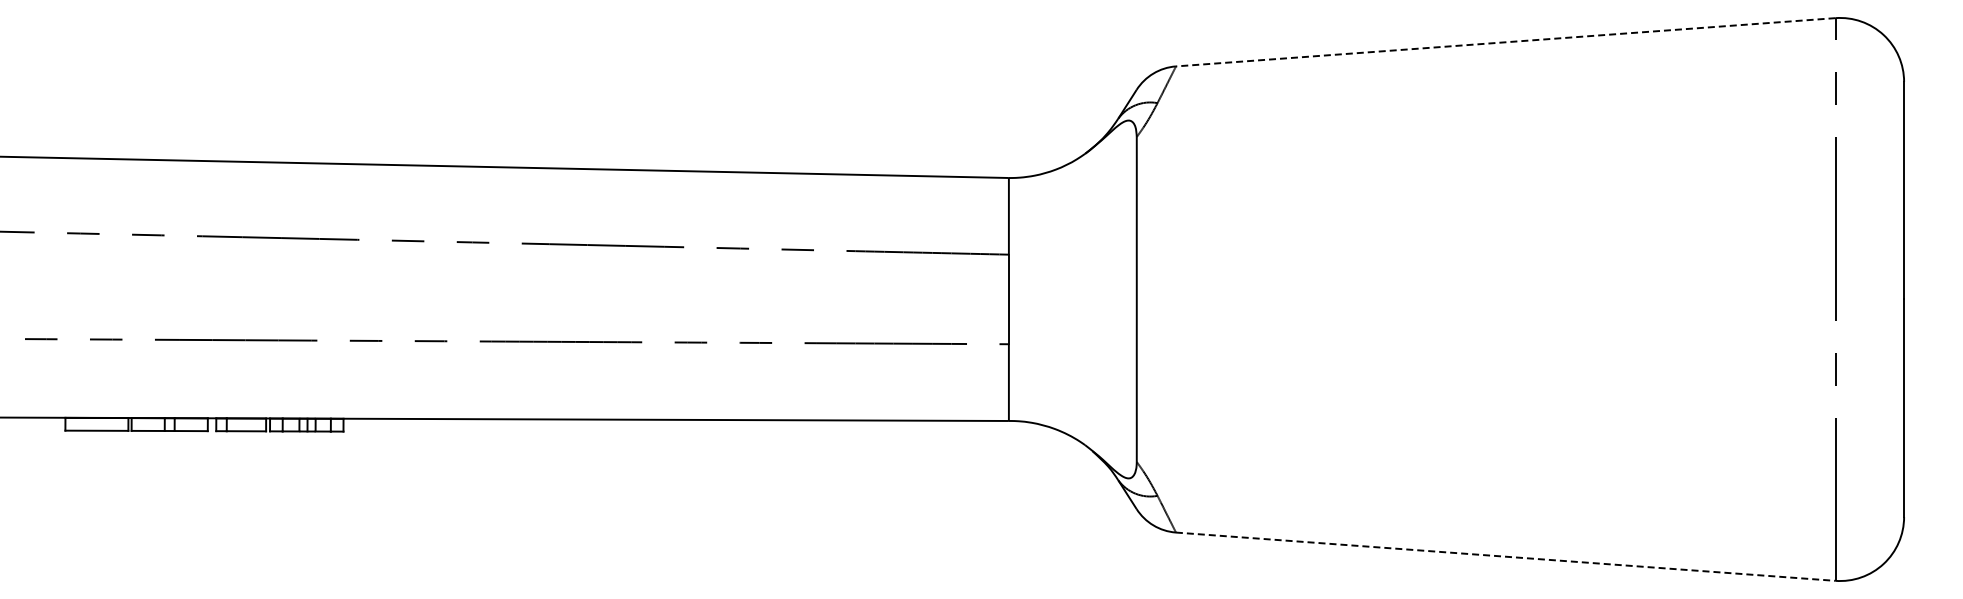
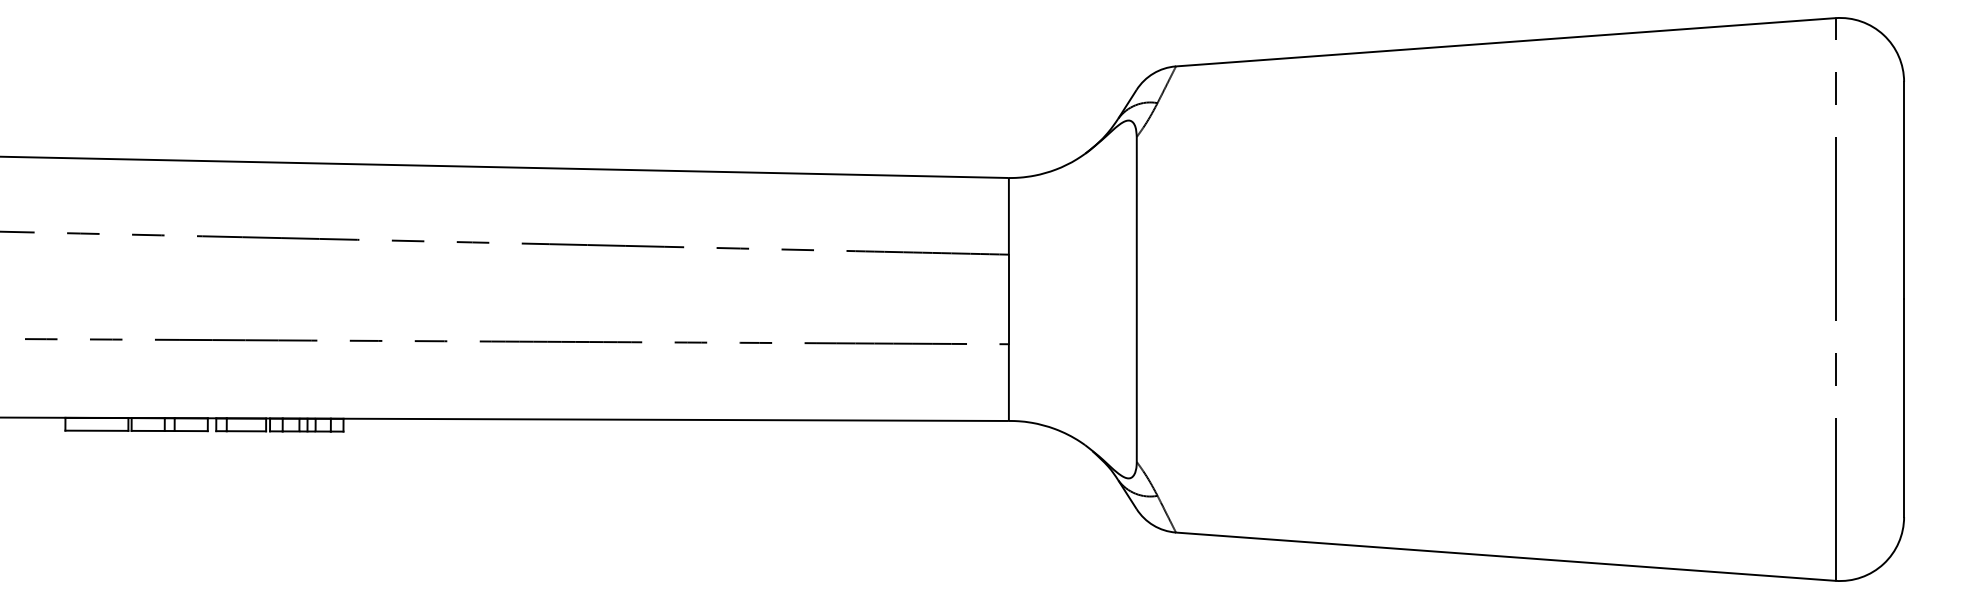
line at (1505, 42): dashed -> solid
line at (1505, 556): dashed -> solid
